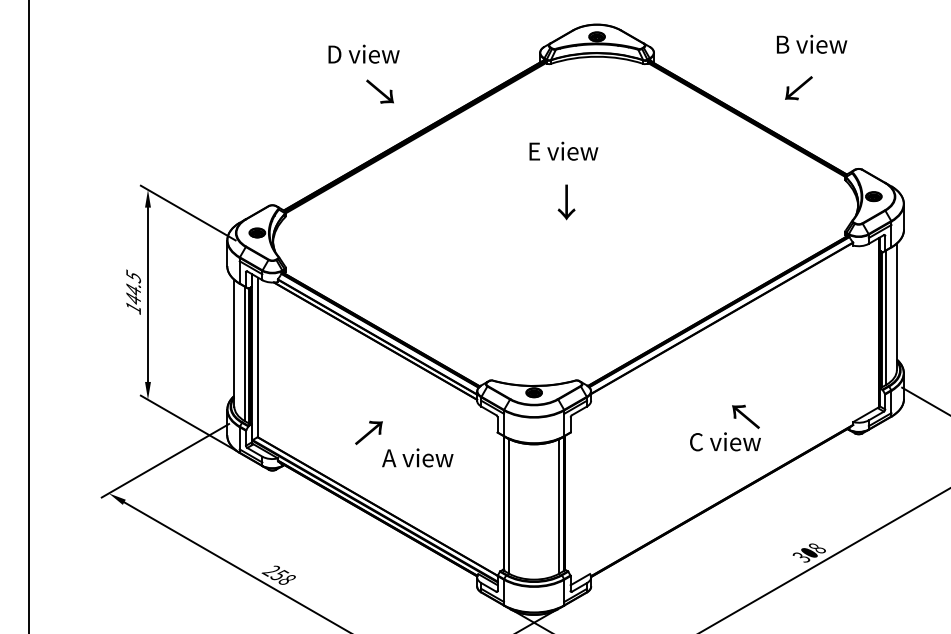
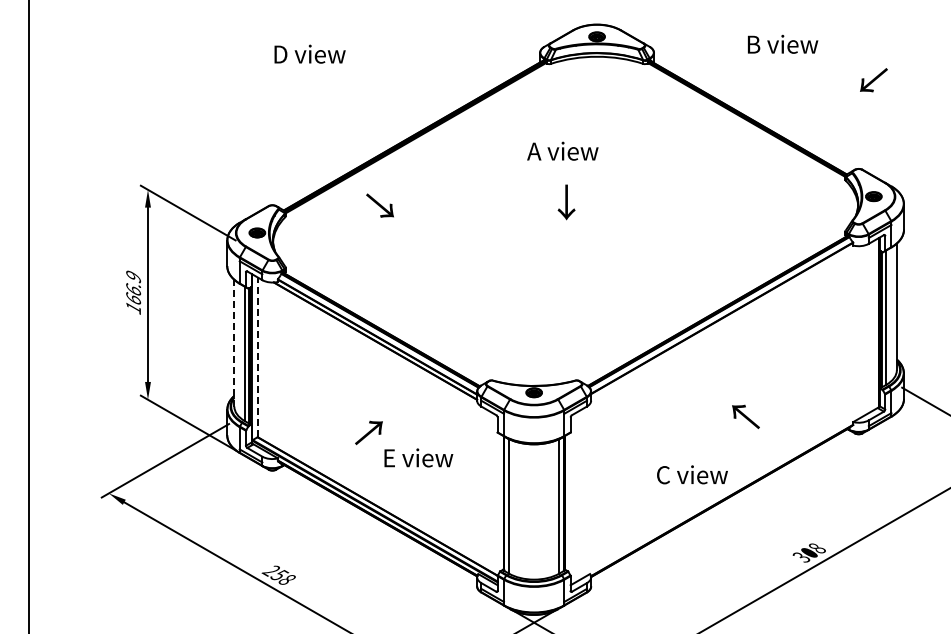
text at (812, 43) position: (812, 43) -> (783, 43)
text at (363, 53) position: (363, 53) -> (309, 53)
text at (798, 88) position: (798, 88) -> (873, 80)
text at (379, 91) position: (379, 91) -> (379, 205)
text at (562, 151): E view -> A view
text at (133, 286): 144.5 -> 166.9
line at (234, 342): solid -> dashed
line at (257, 357): solid -> dashed
text at (725, 441) position: (725, 441) -> (692, 474)
text at (417, 457): A view -> E view
